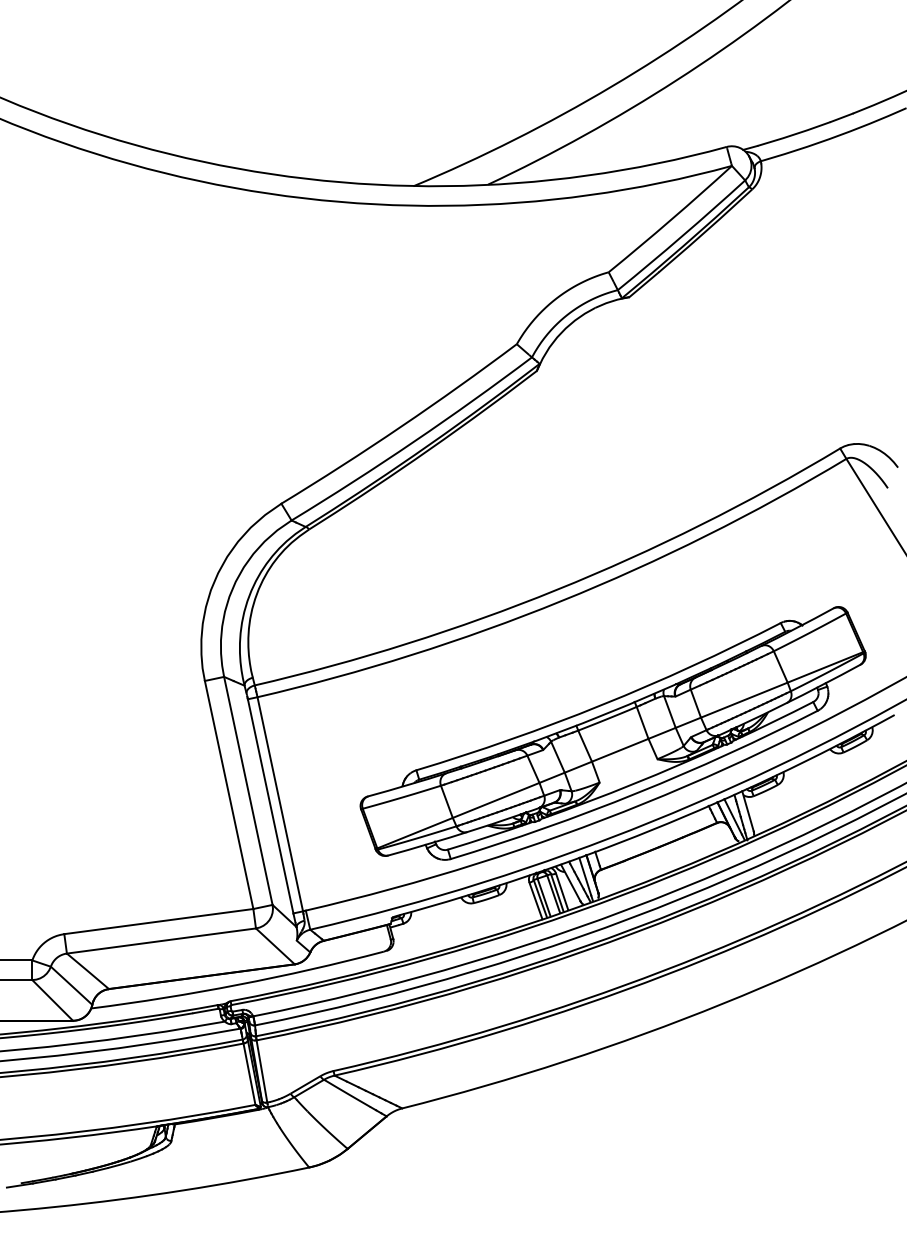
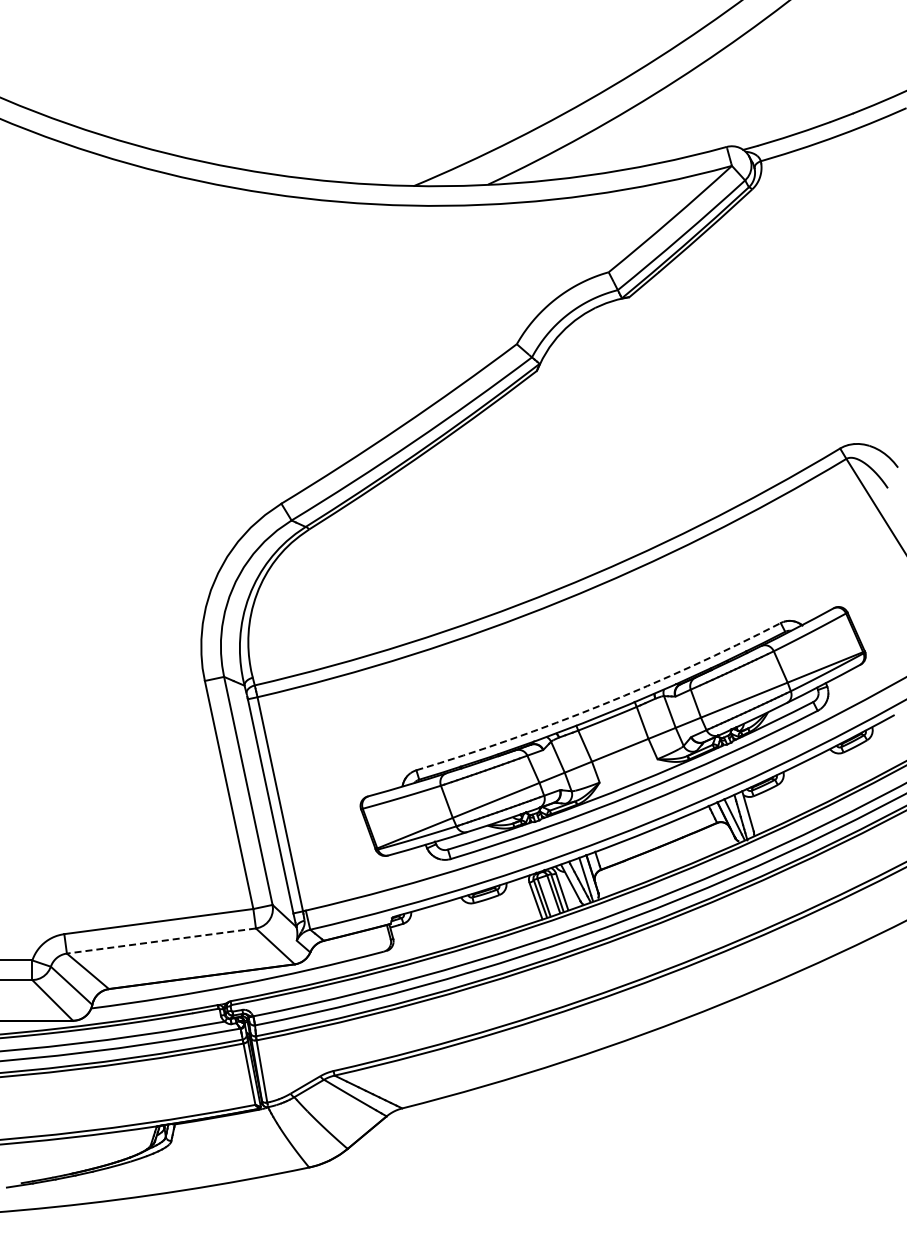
arc at (601, 705): solid -> dashed
line at (160, 941): solid -> dashed
